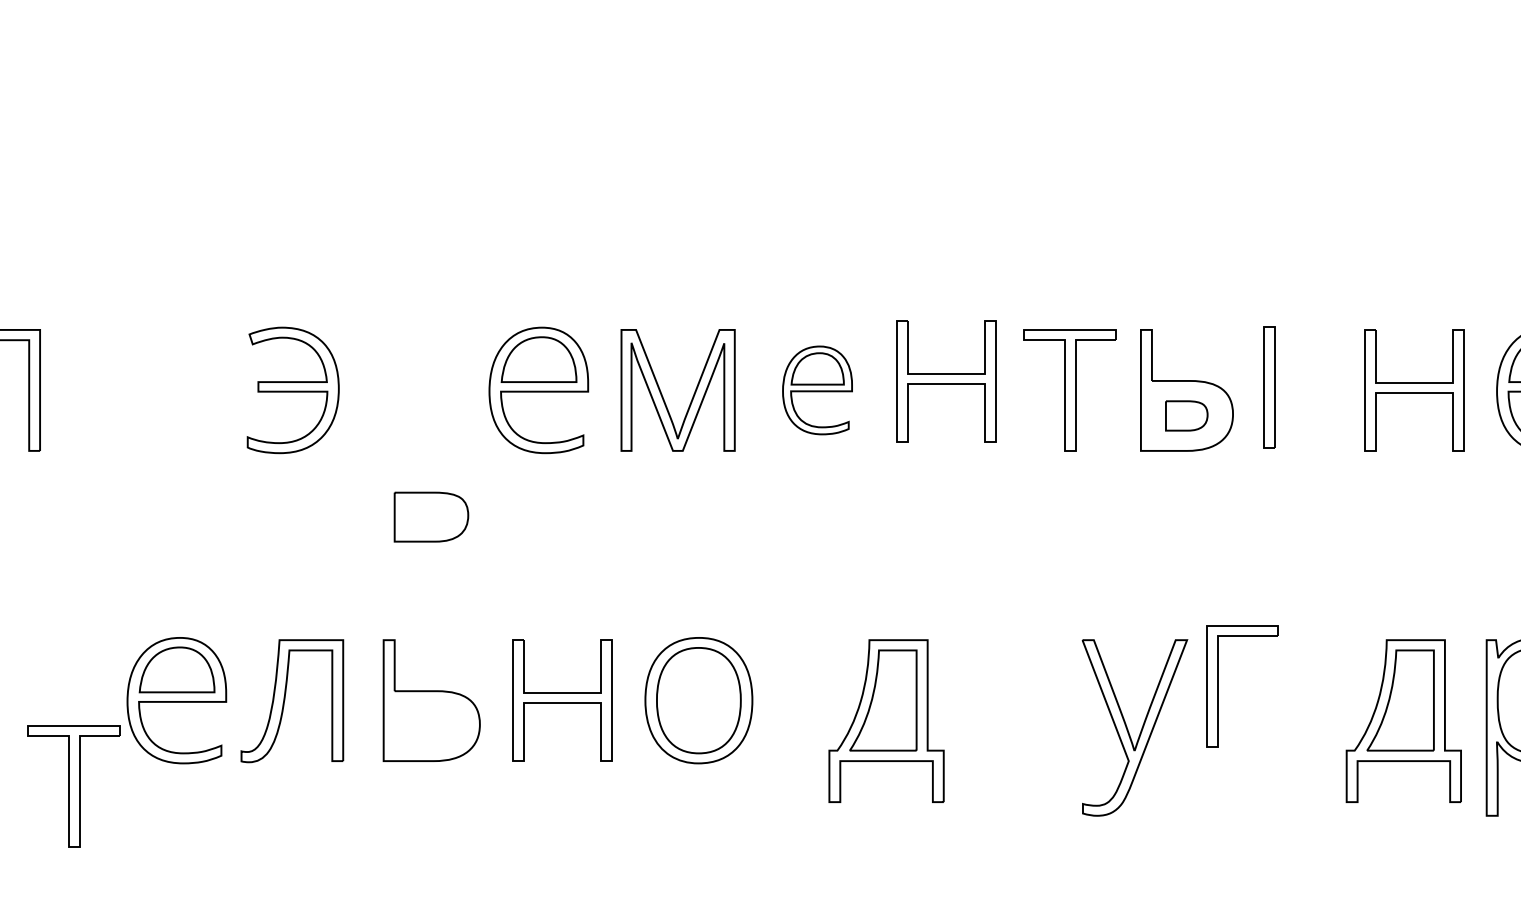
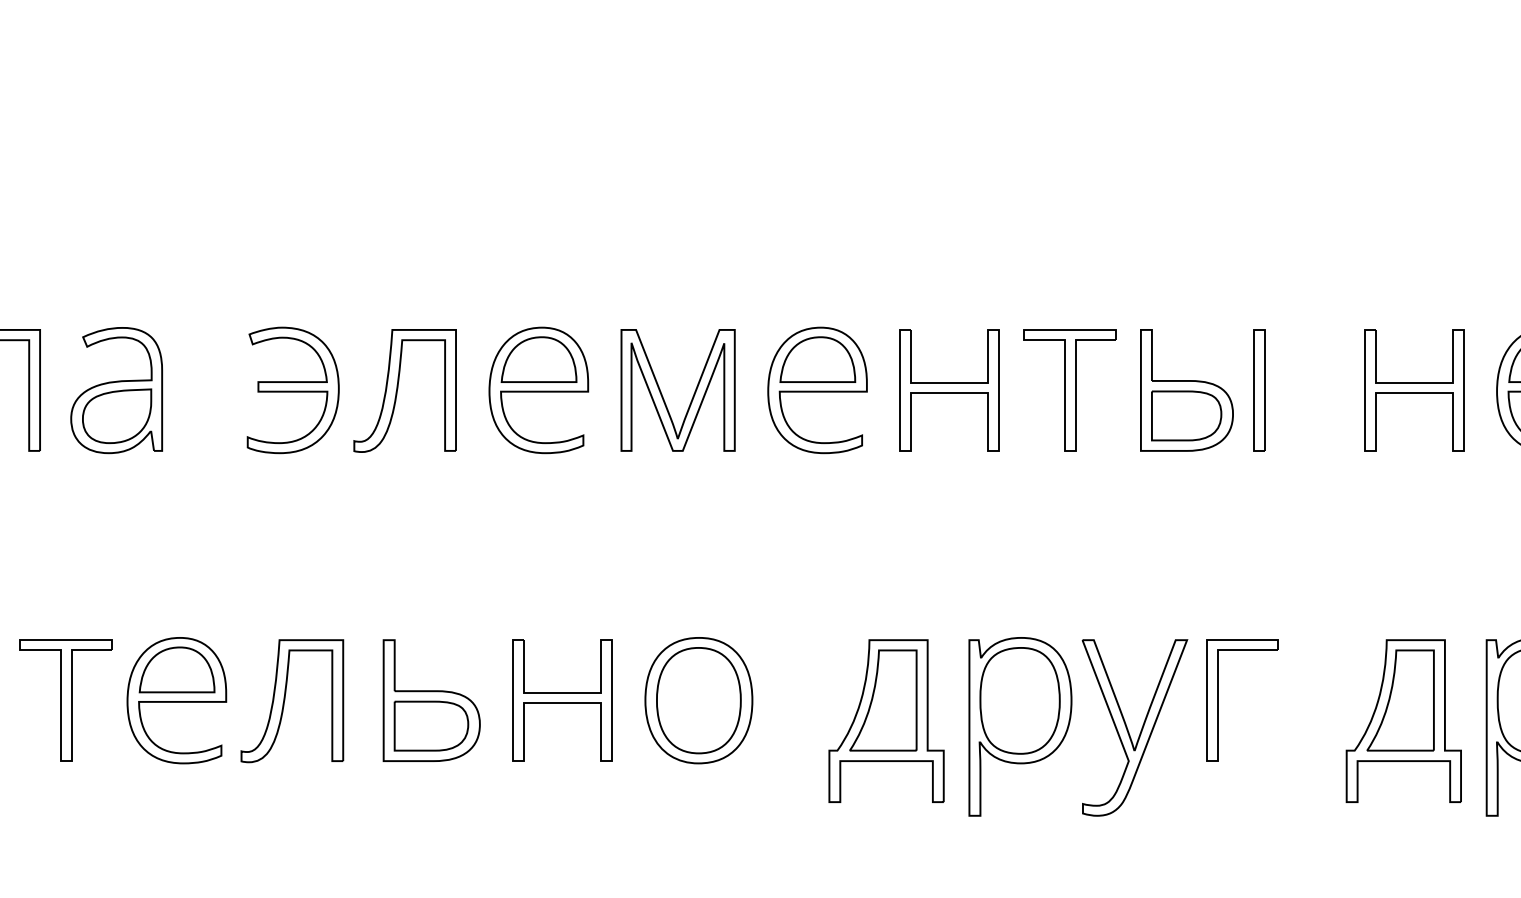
part at (946, 381) position: (946, 381) -> (949, 390)
part at (1269, 387) position: (1269, 387) -> (1259, 390)
part at (398, 389): none -> present
part at (116, 390): none -> present
part at (817, 390) size: 71x91 px -> 101x129 px
part at (1186, 415) size: 44x32 px -> 72x52 px
part at (431, 516) position: (431, 516) -> (431, 725)
part at (1218, 686) position: (1218, 686) -> (1218, 700)
part at (1020, 726): none -> present
part at (73, 786) position: (73, 786) -> (65, 700)
